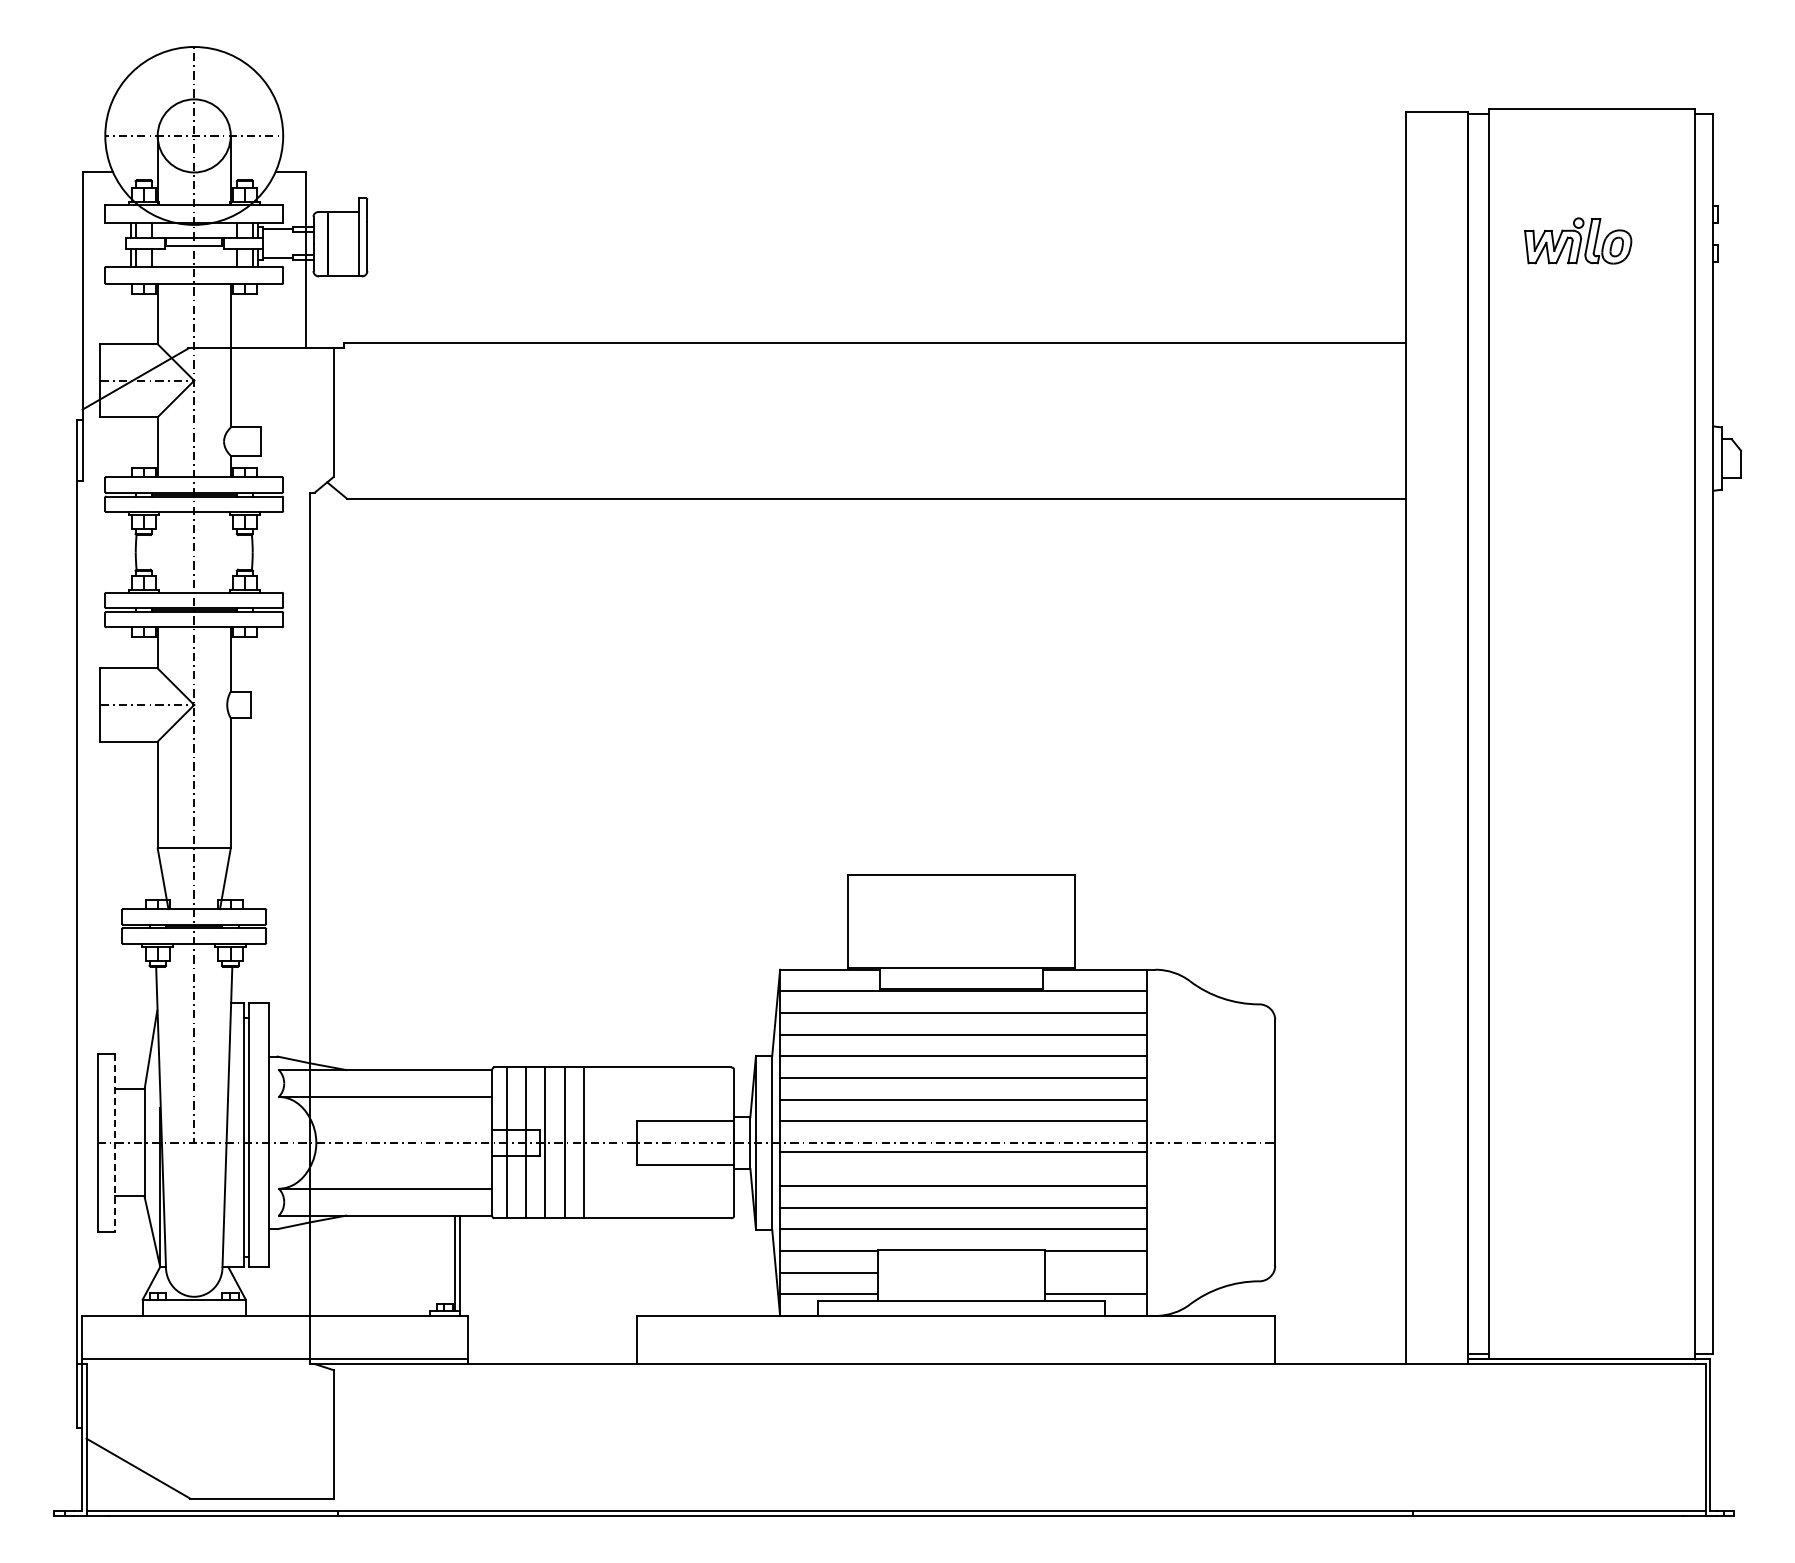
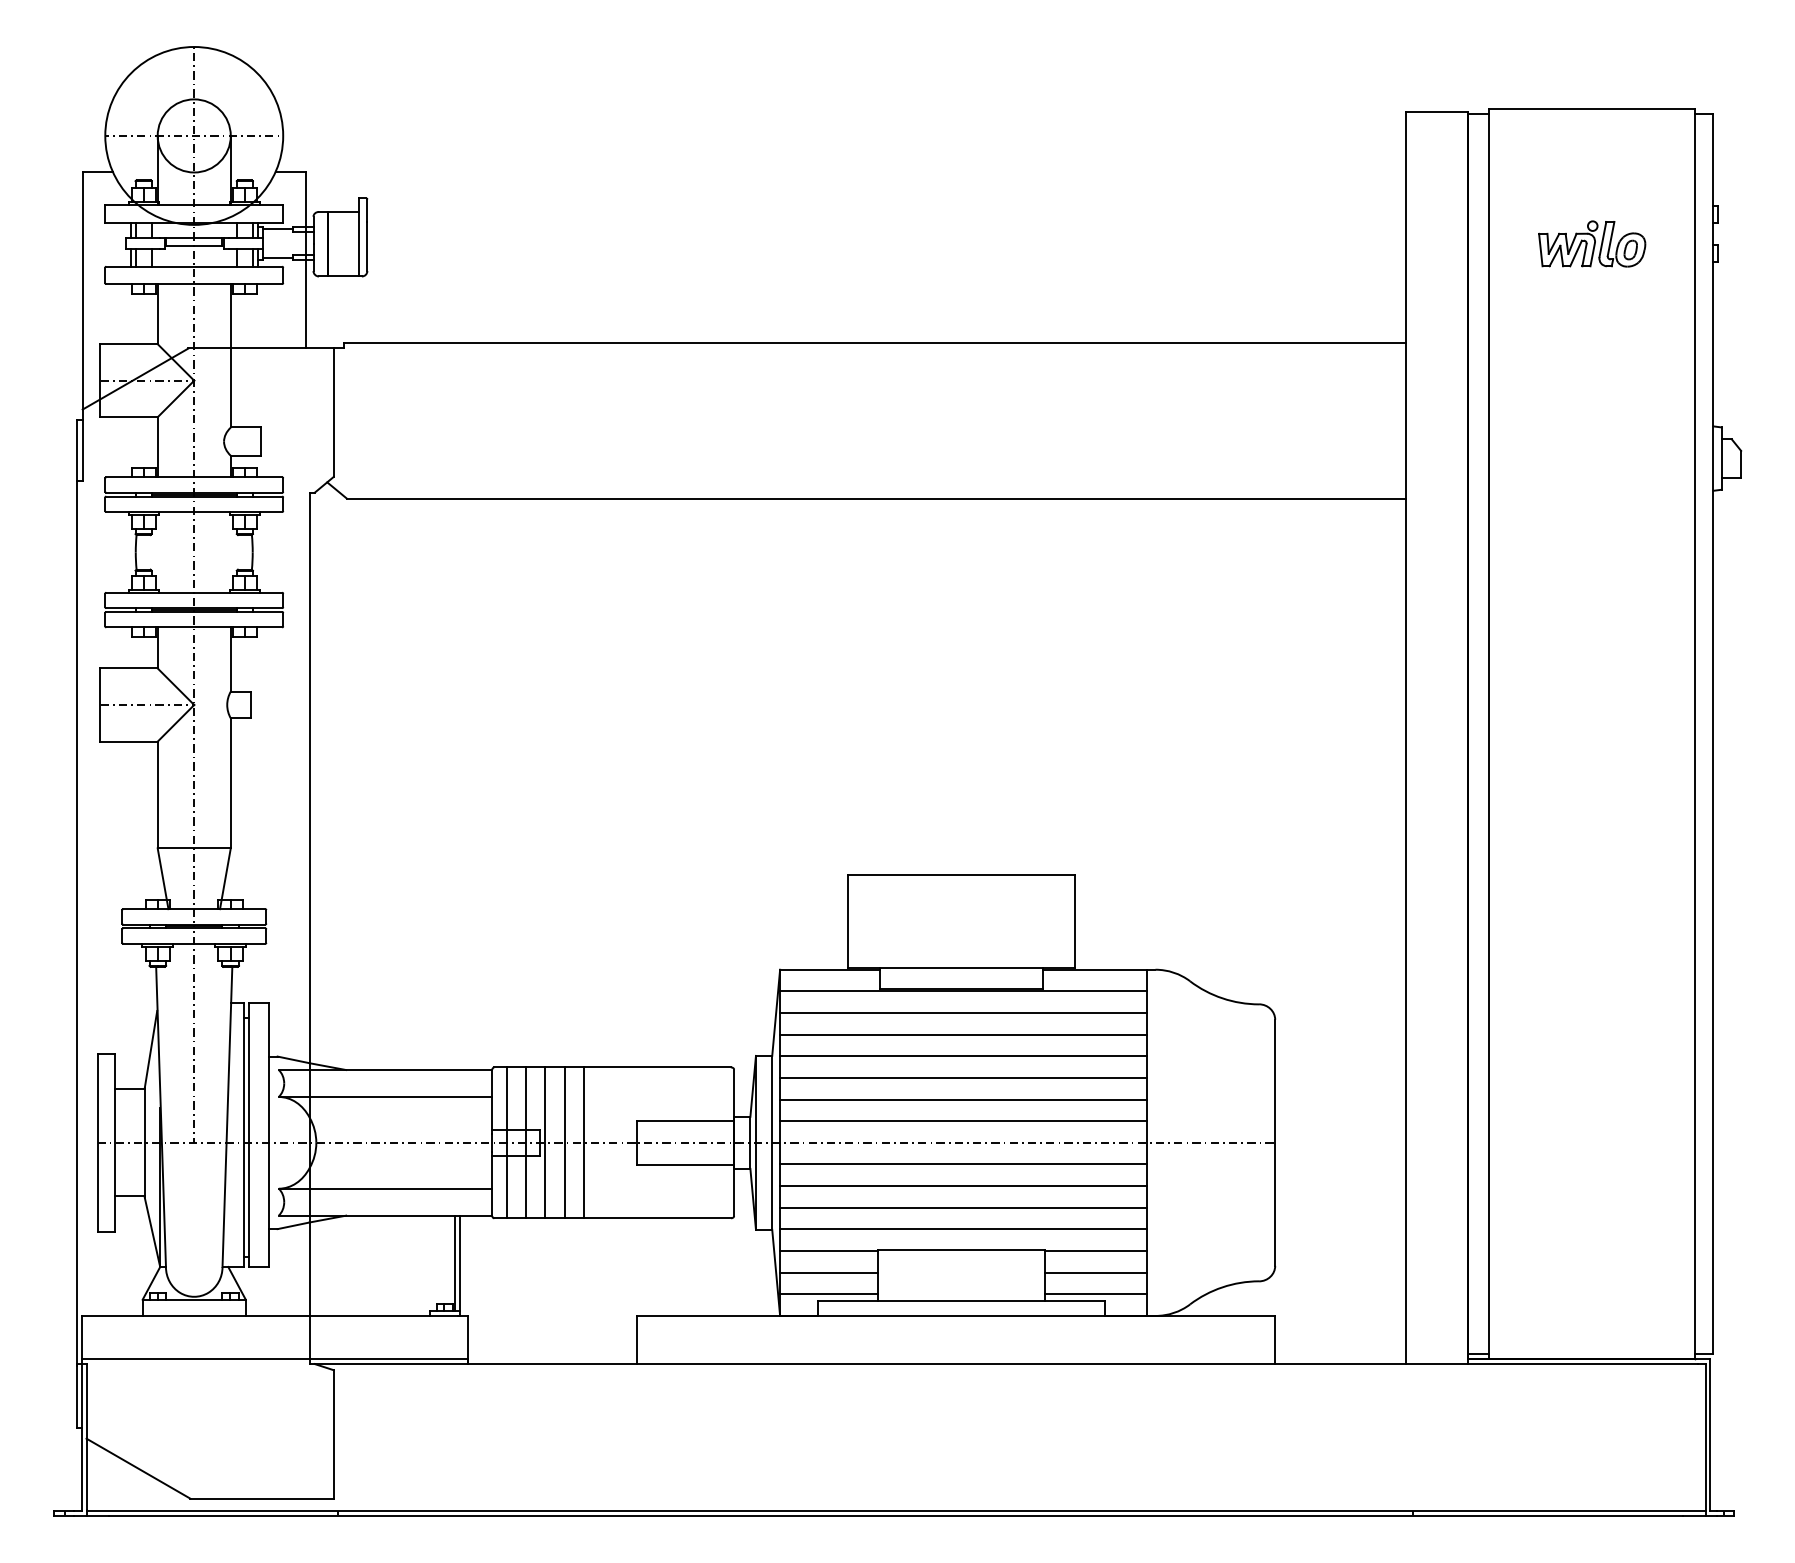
part at (1578, 240) position: (1578, 240) -> (1592, 243)
line at (115, 1142): dashed -> solid
line at (963, 1152) position: (963, 1152) -> (963, 1164)
line at (1096, 1272): none -> present
